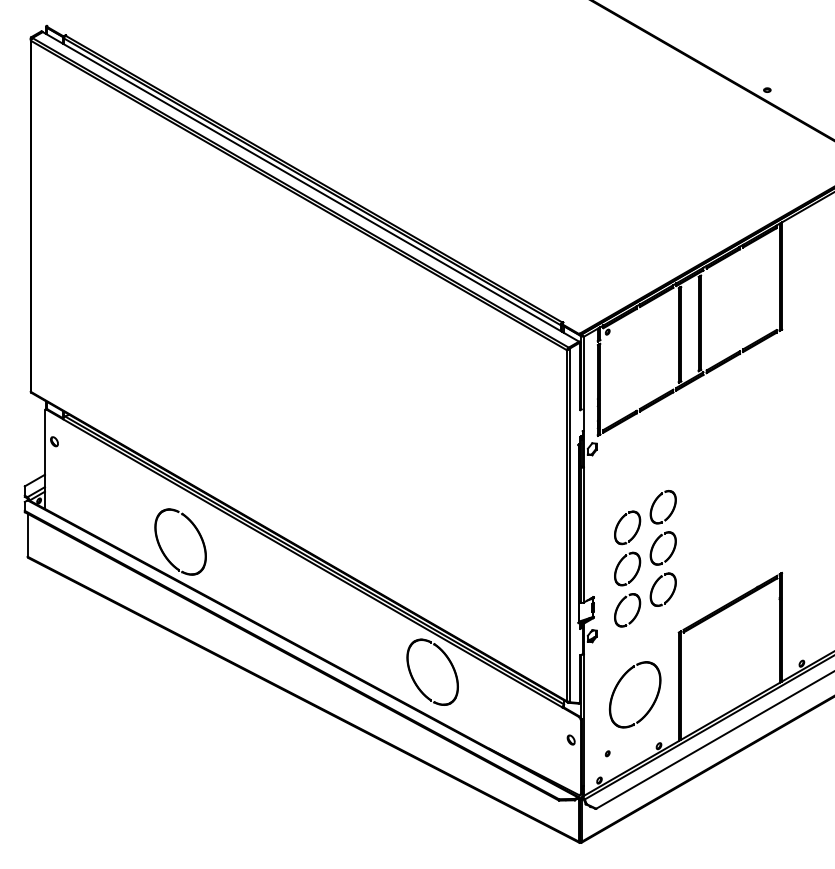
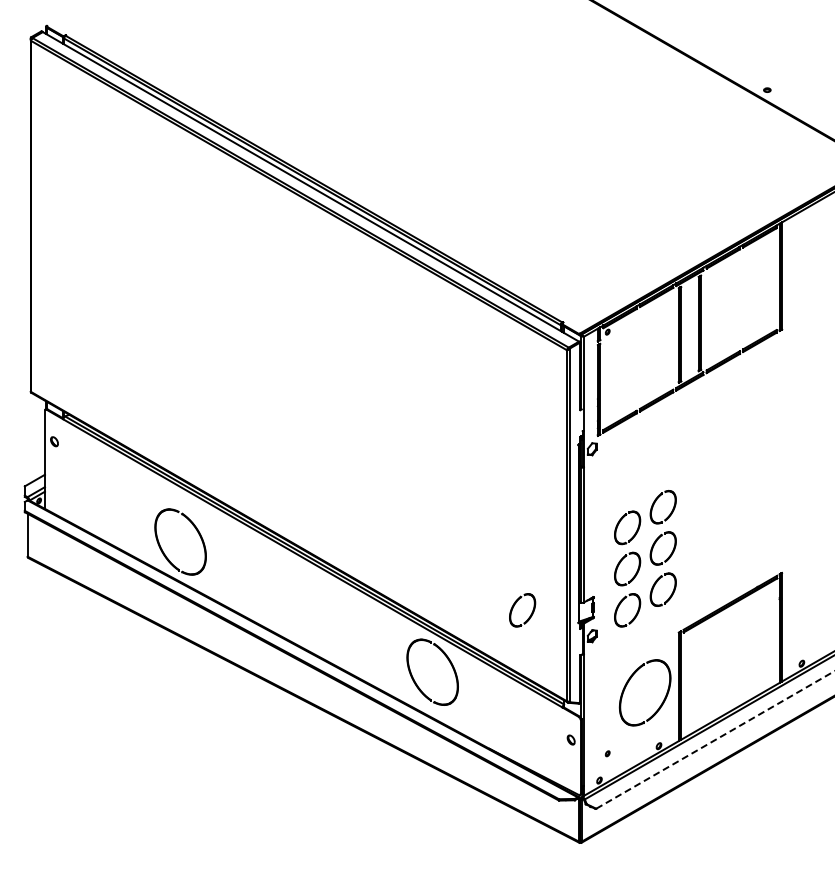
part at (514, 606): none -> present
part at (618, 685) position: (618, 685) -> (628, 683)
line at (715, 739): solid -> dashed
